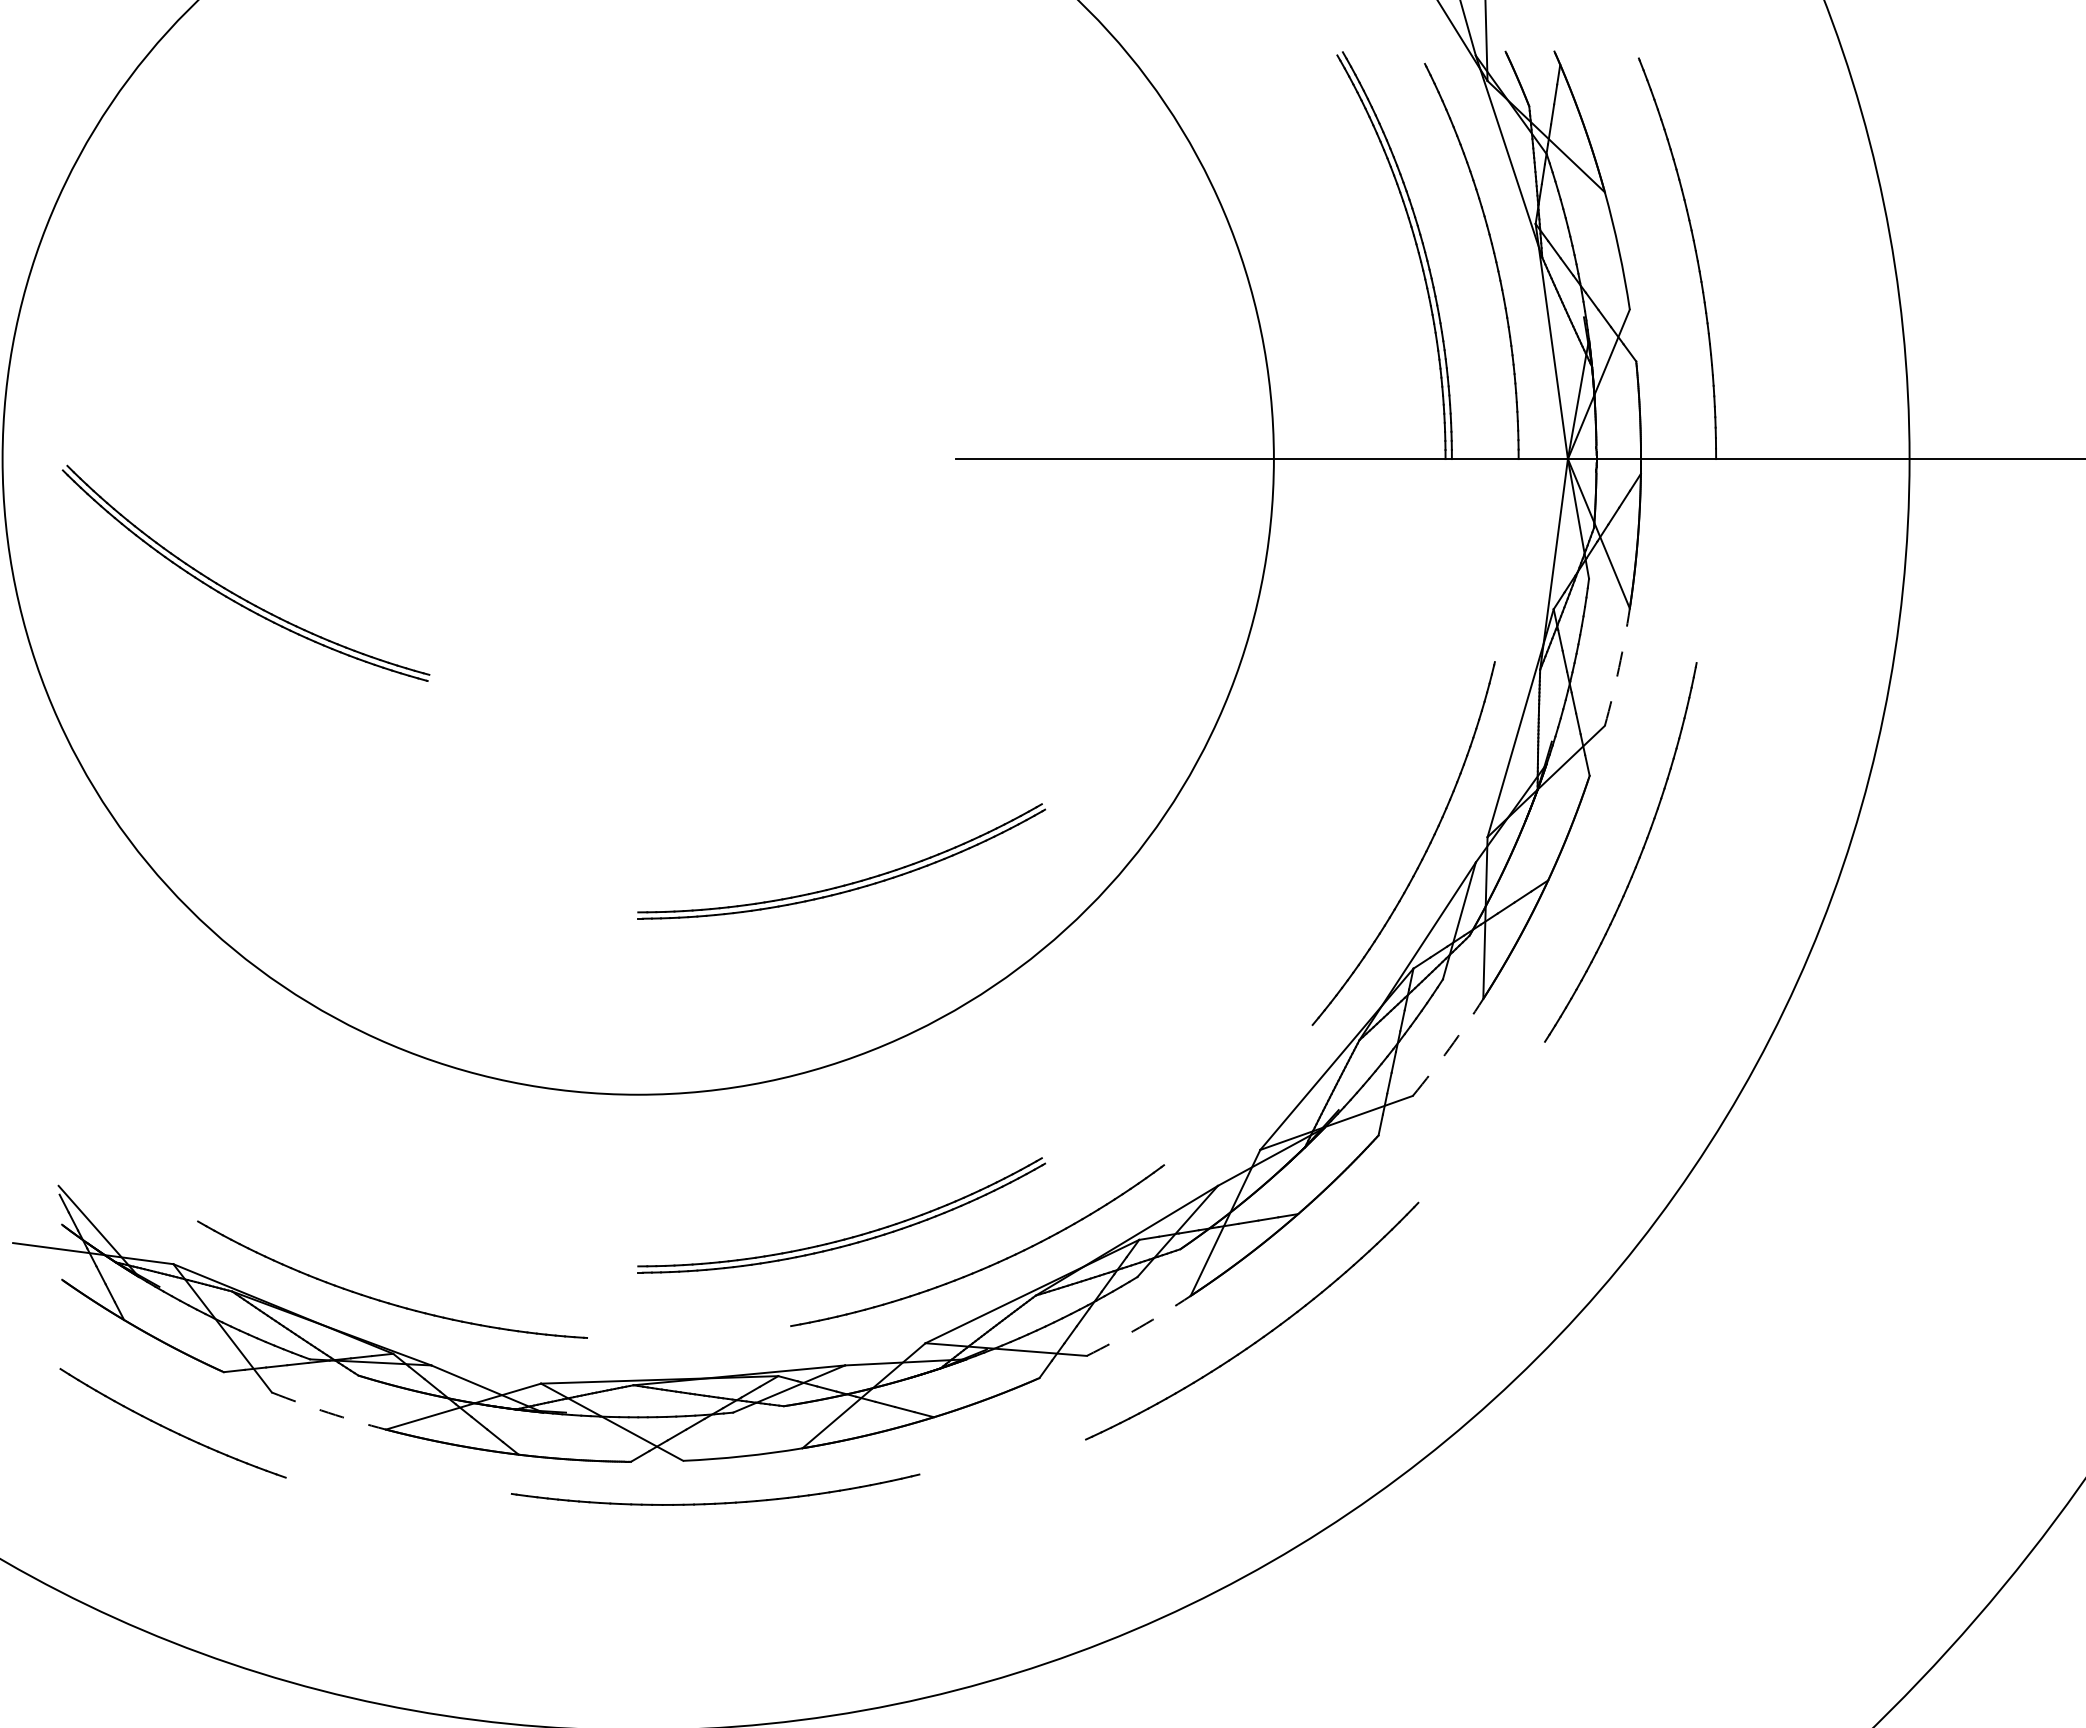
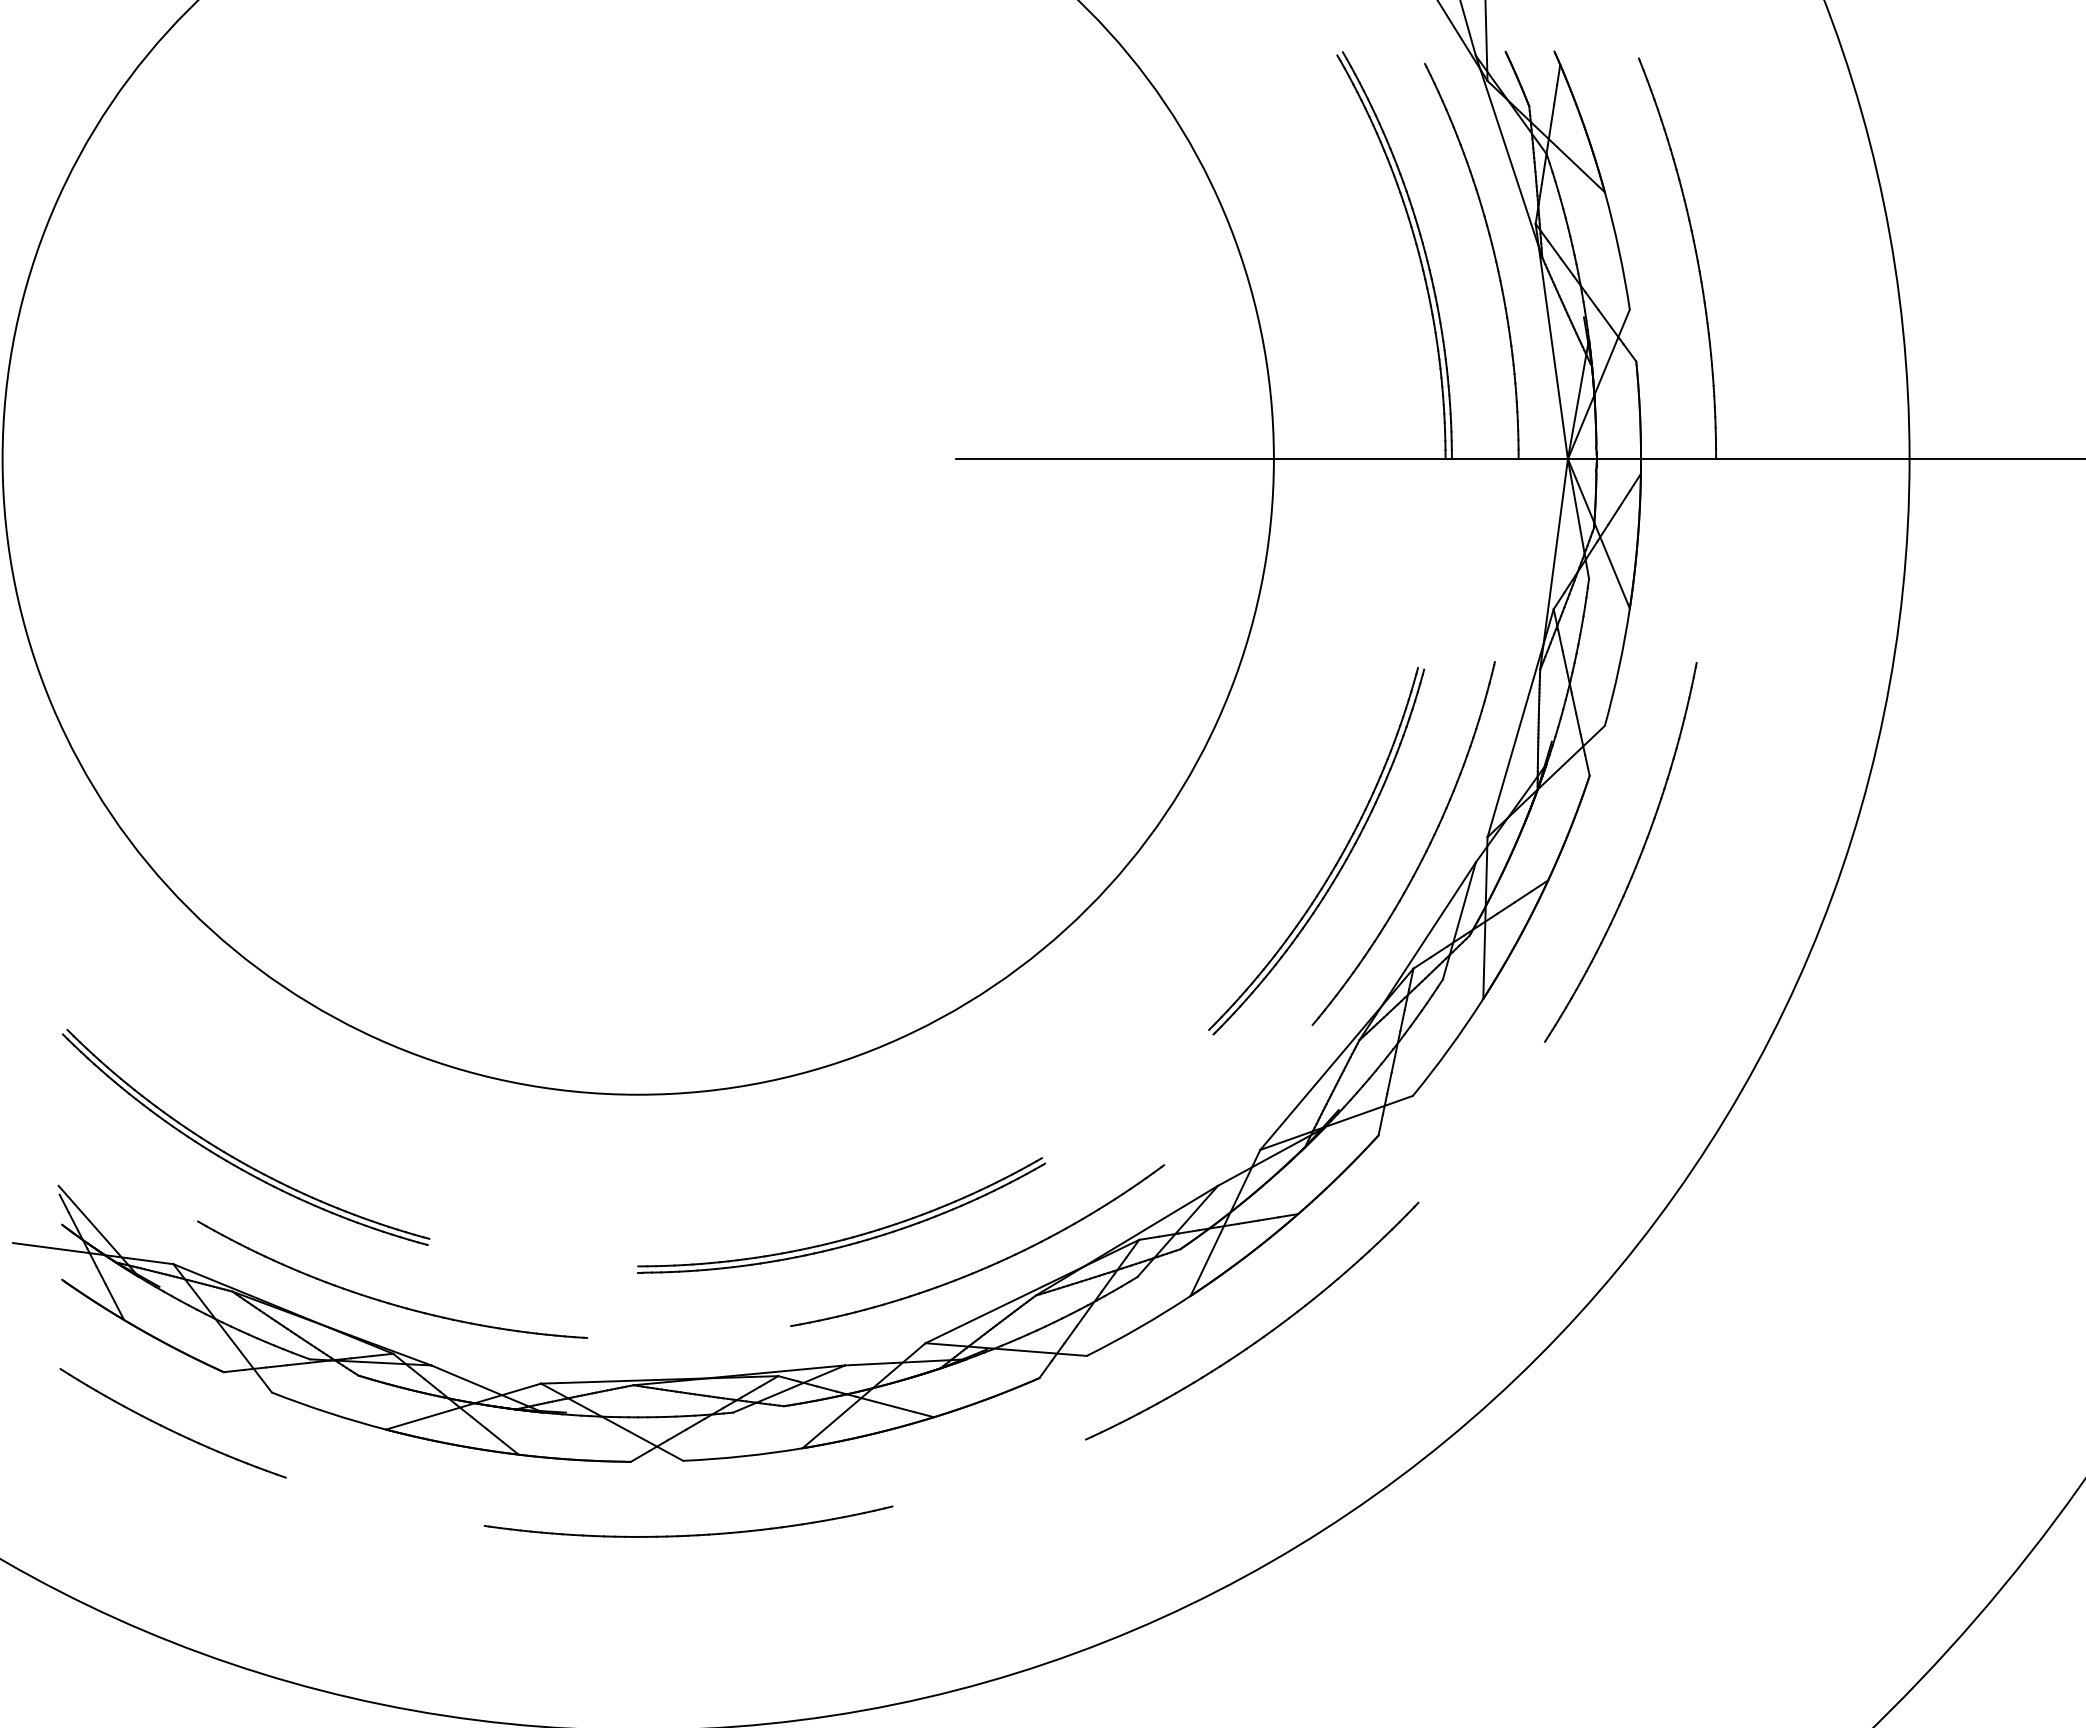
part at (232, 591) position: (232, 591) -> (232, 1155)
arc at (1619, 667): dashed -> solid
part at (1335, 863): none -> present
part at (847, 883): present -> none
arc at (1449, 1048): dashed -> solid
arc at (1139, 1327): dashed -> solid
arc at (328, 1412): dashed -> solid
part at (715, 1502) position: (715, 1502) -> (688, 1534)
